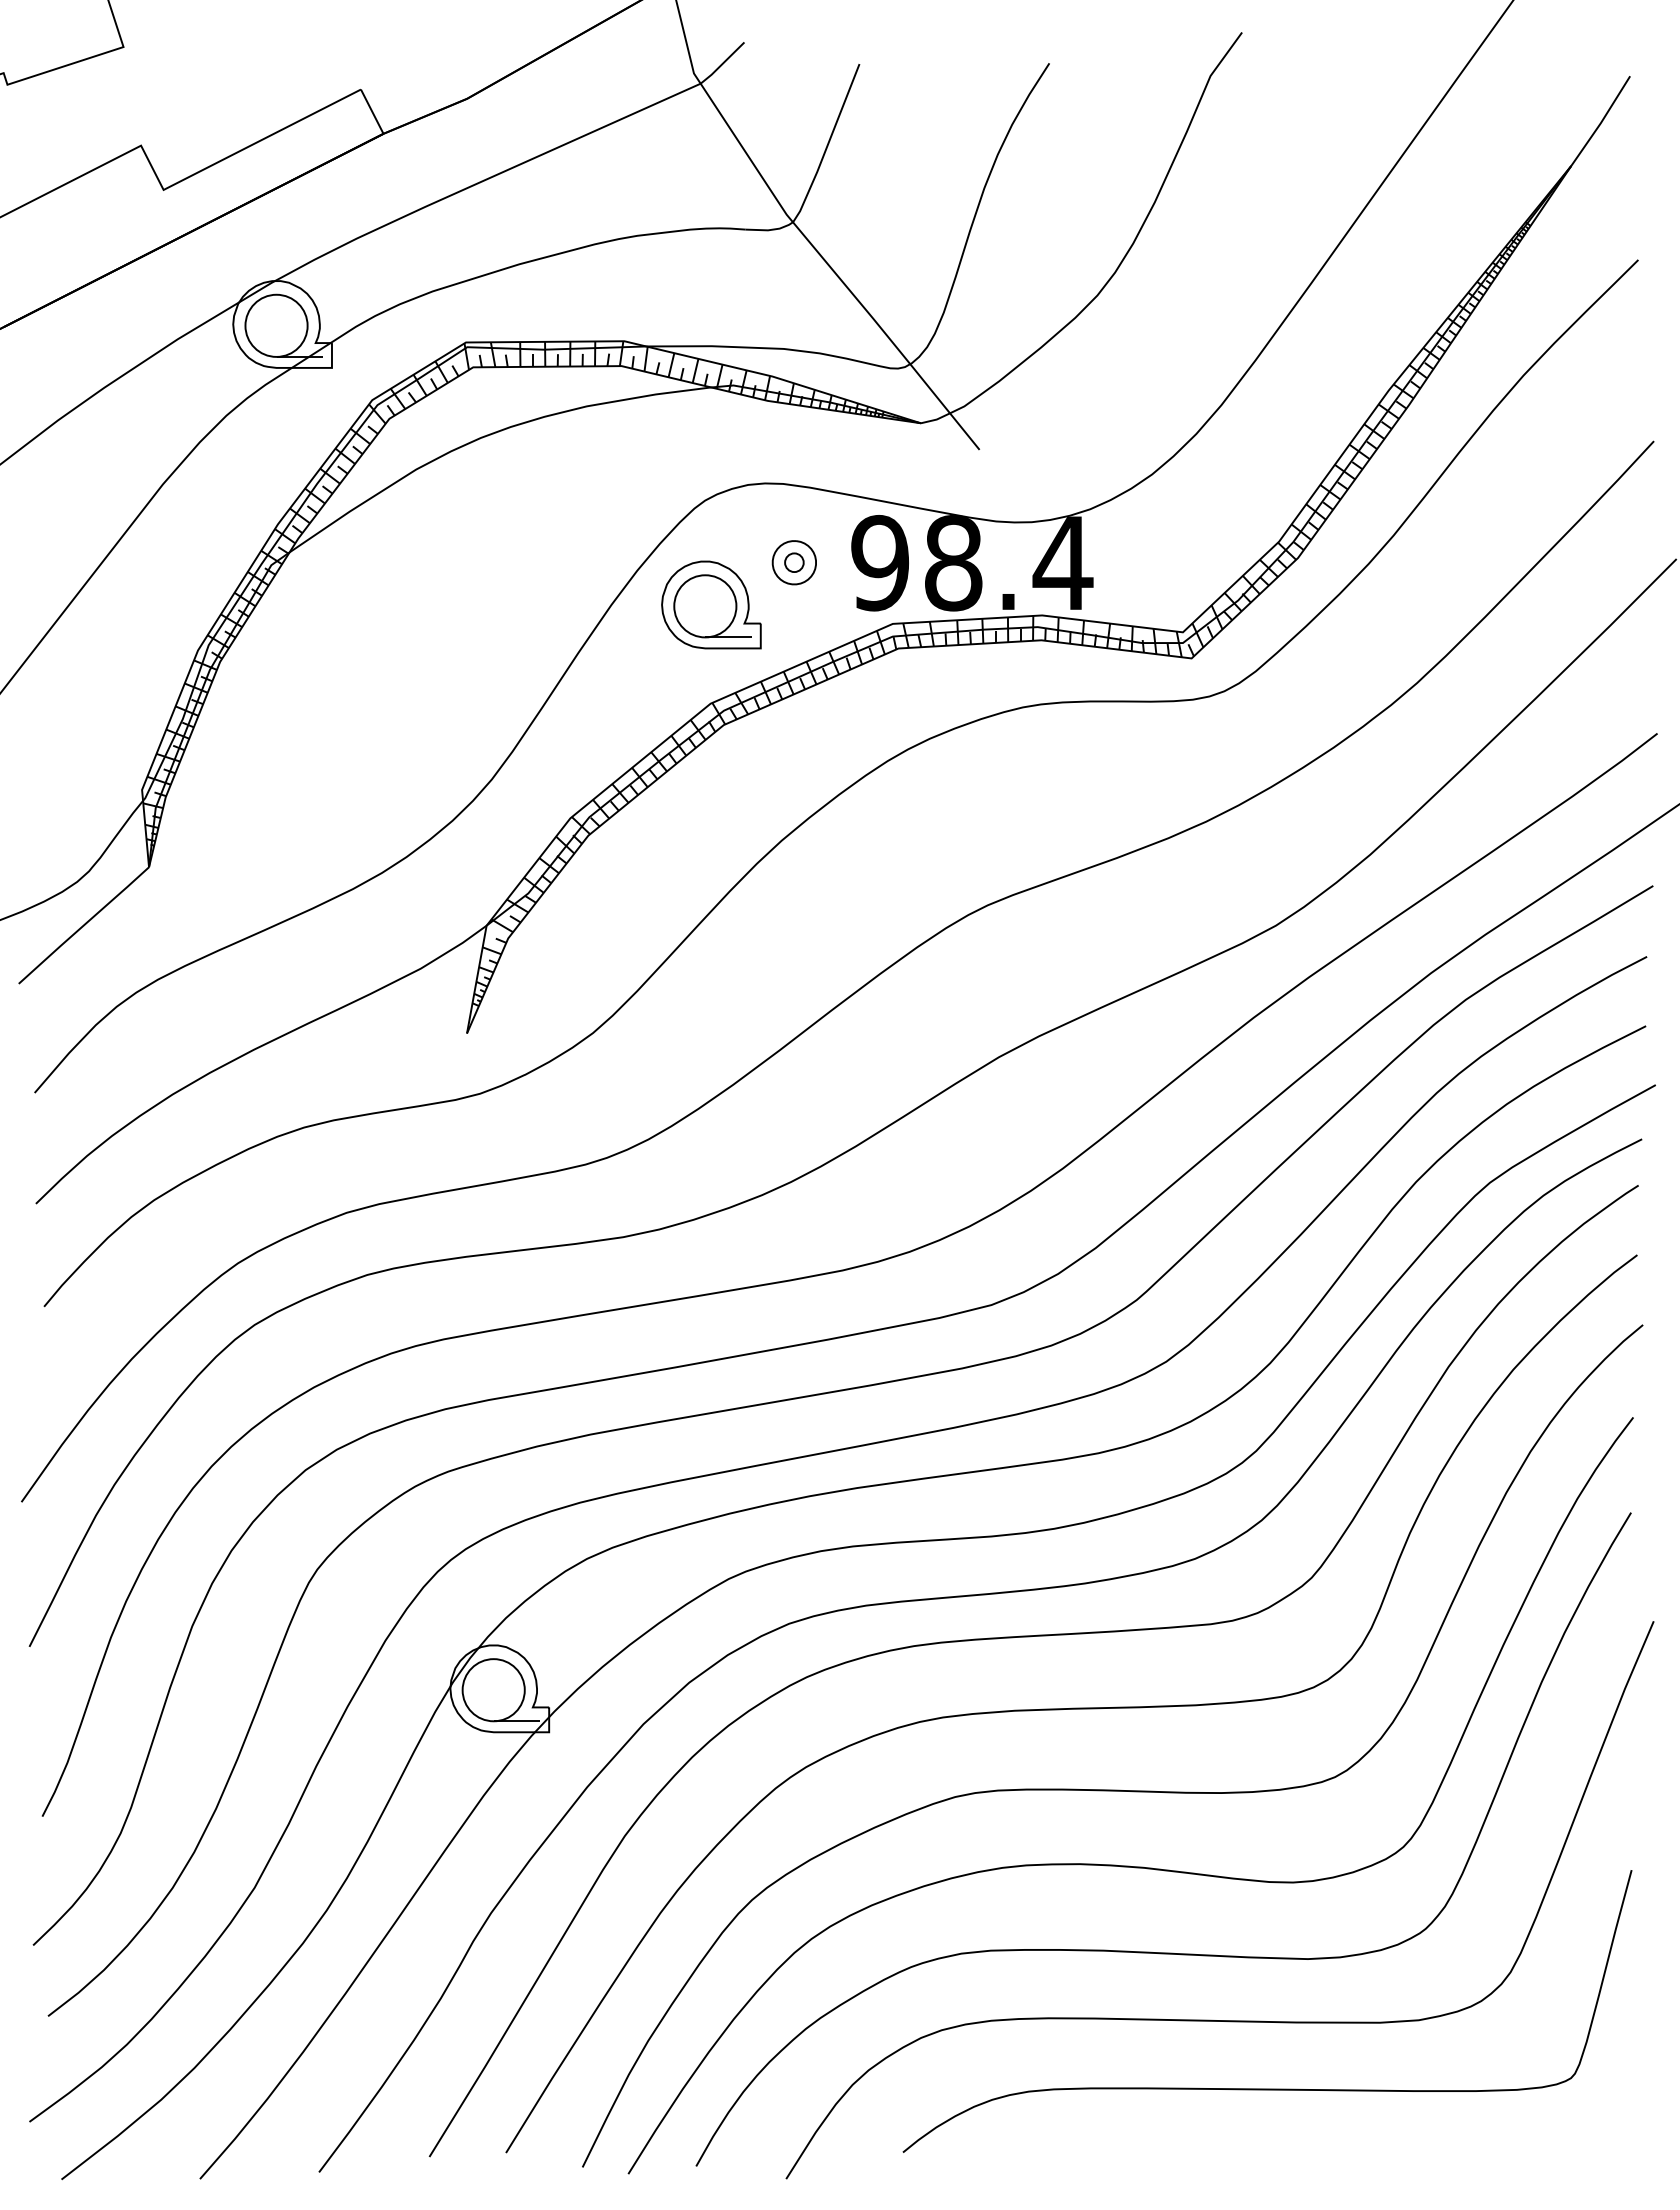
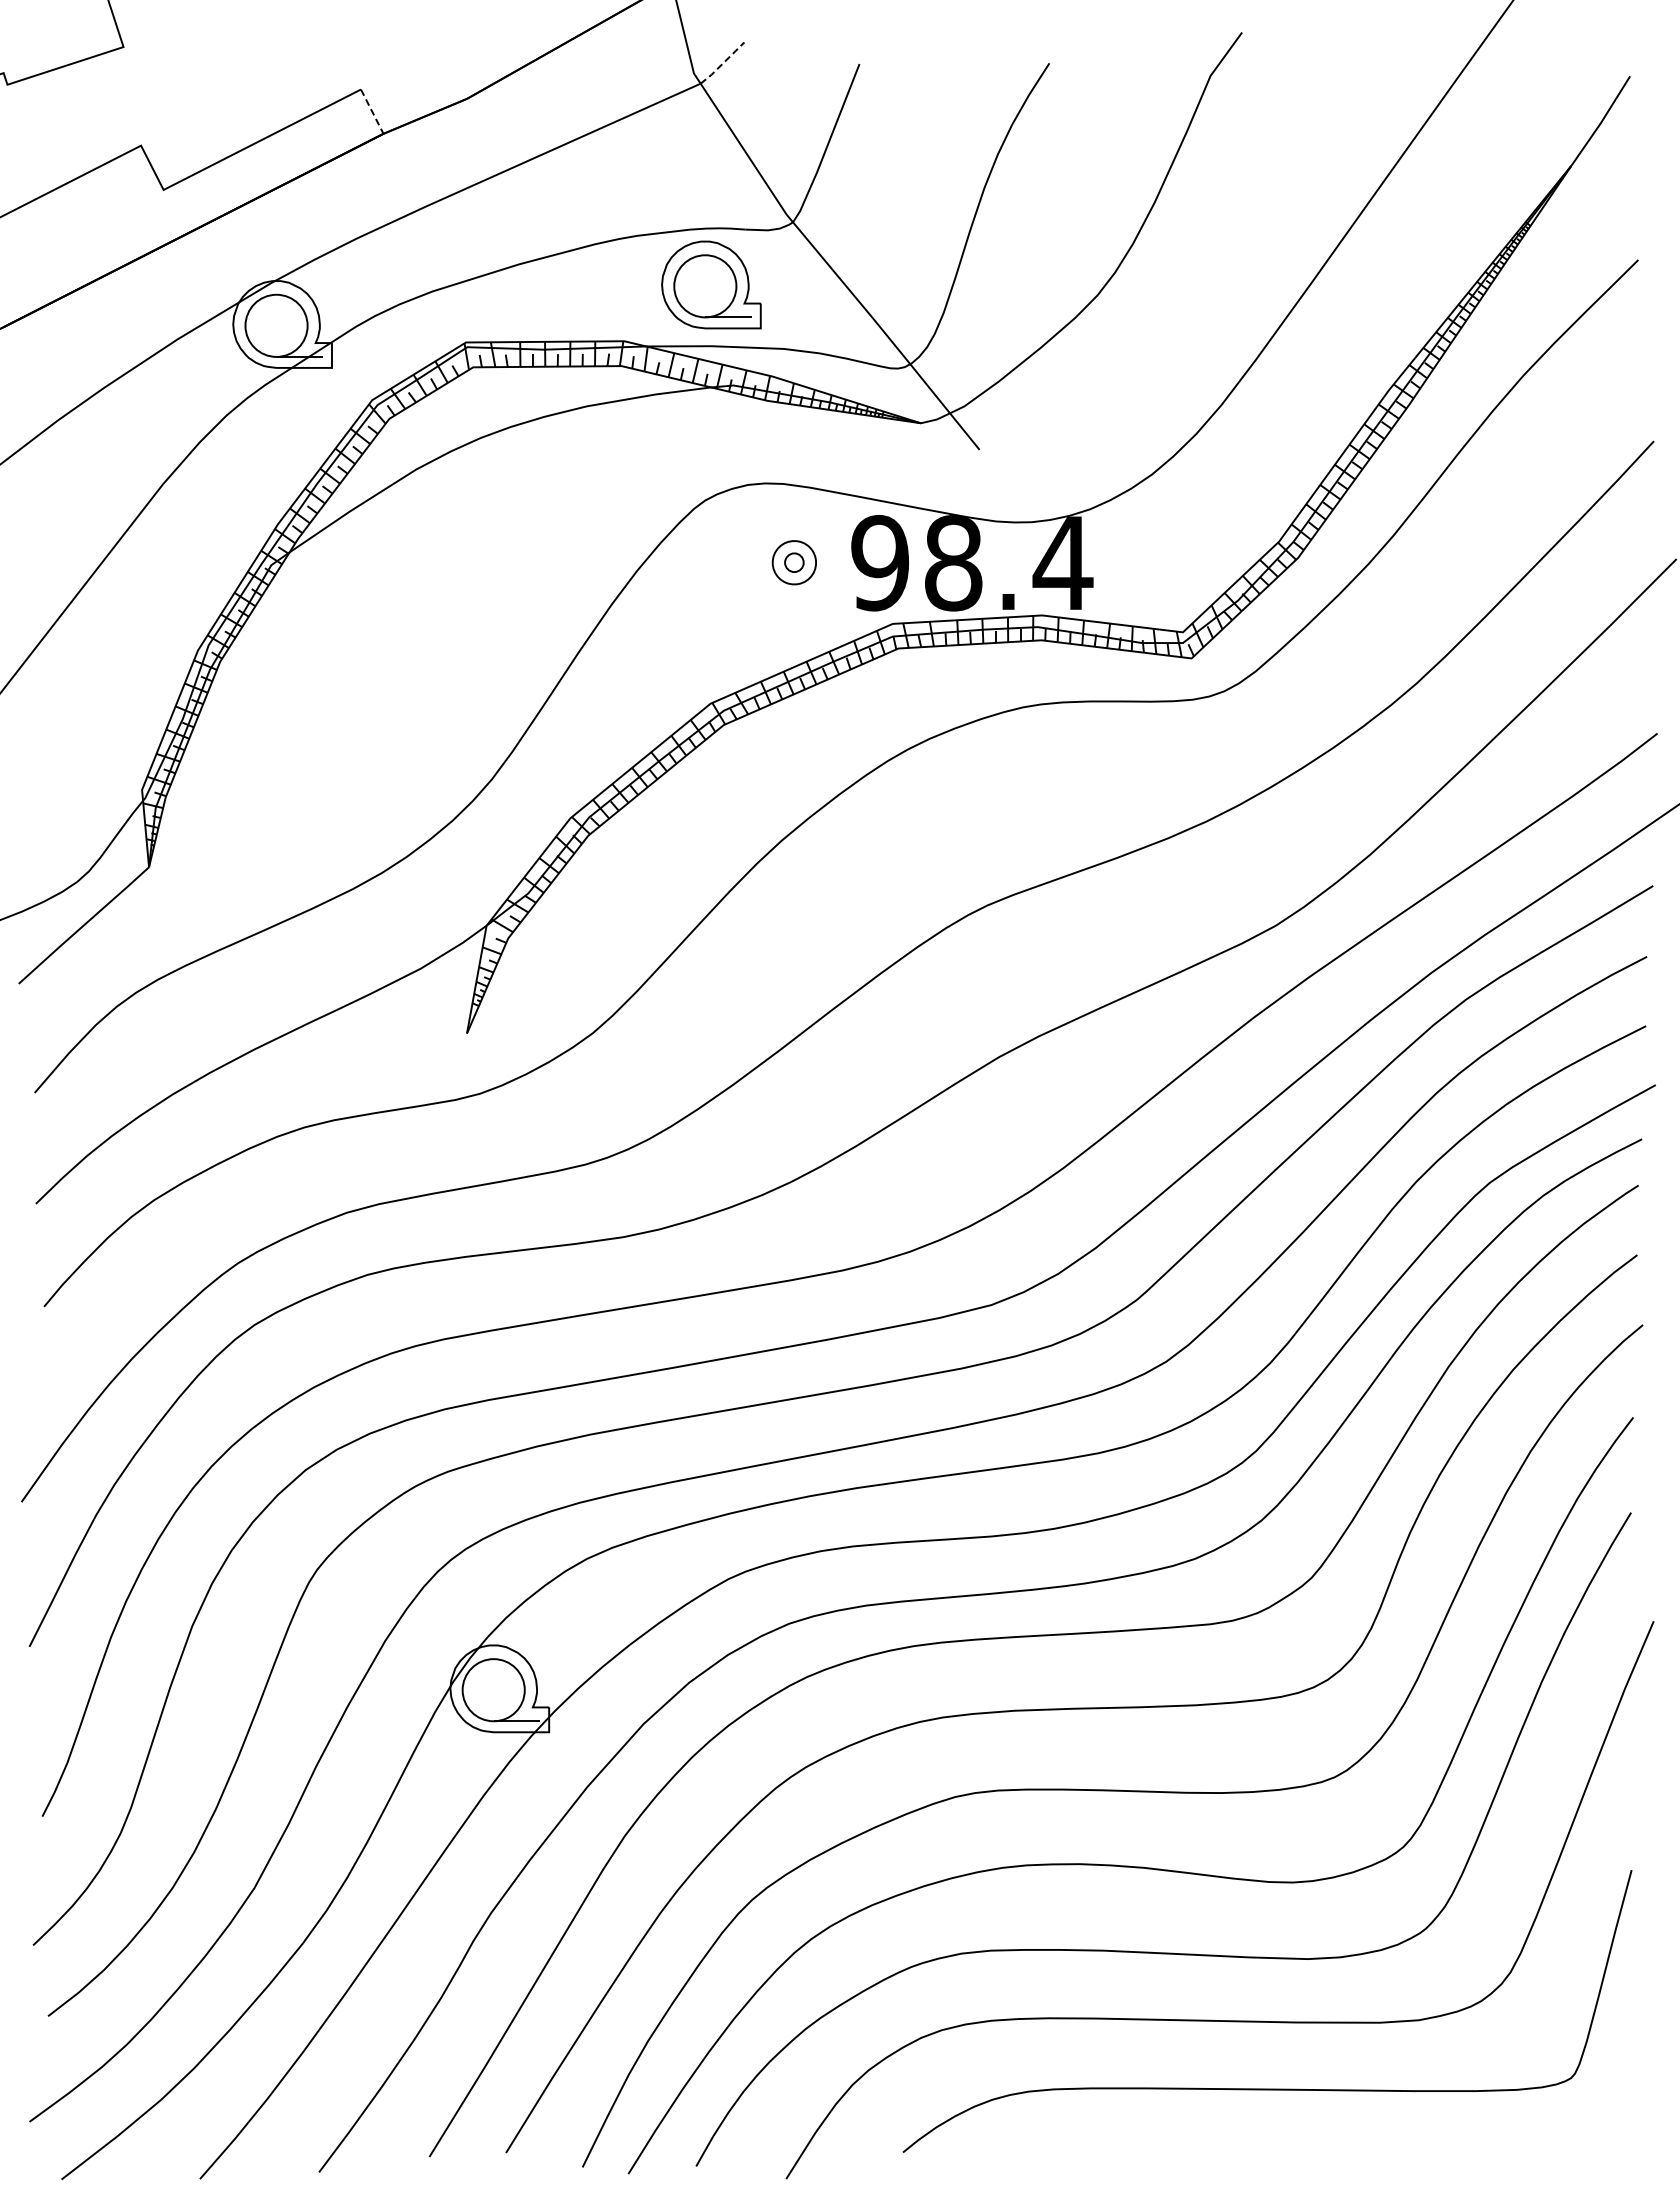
line at (722, 63): solid -> dashed
line at (372, 111): solid -> dashed
part at (711, 604) position: (711, 604) -> (711, 284)
